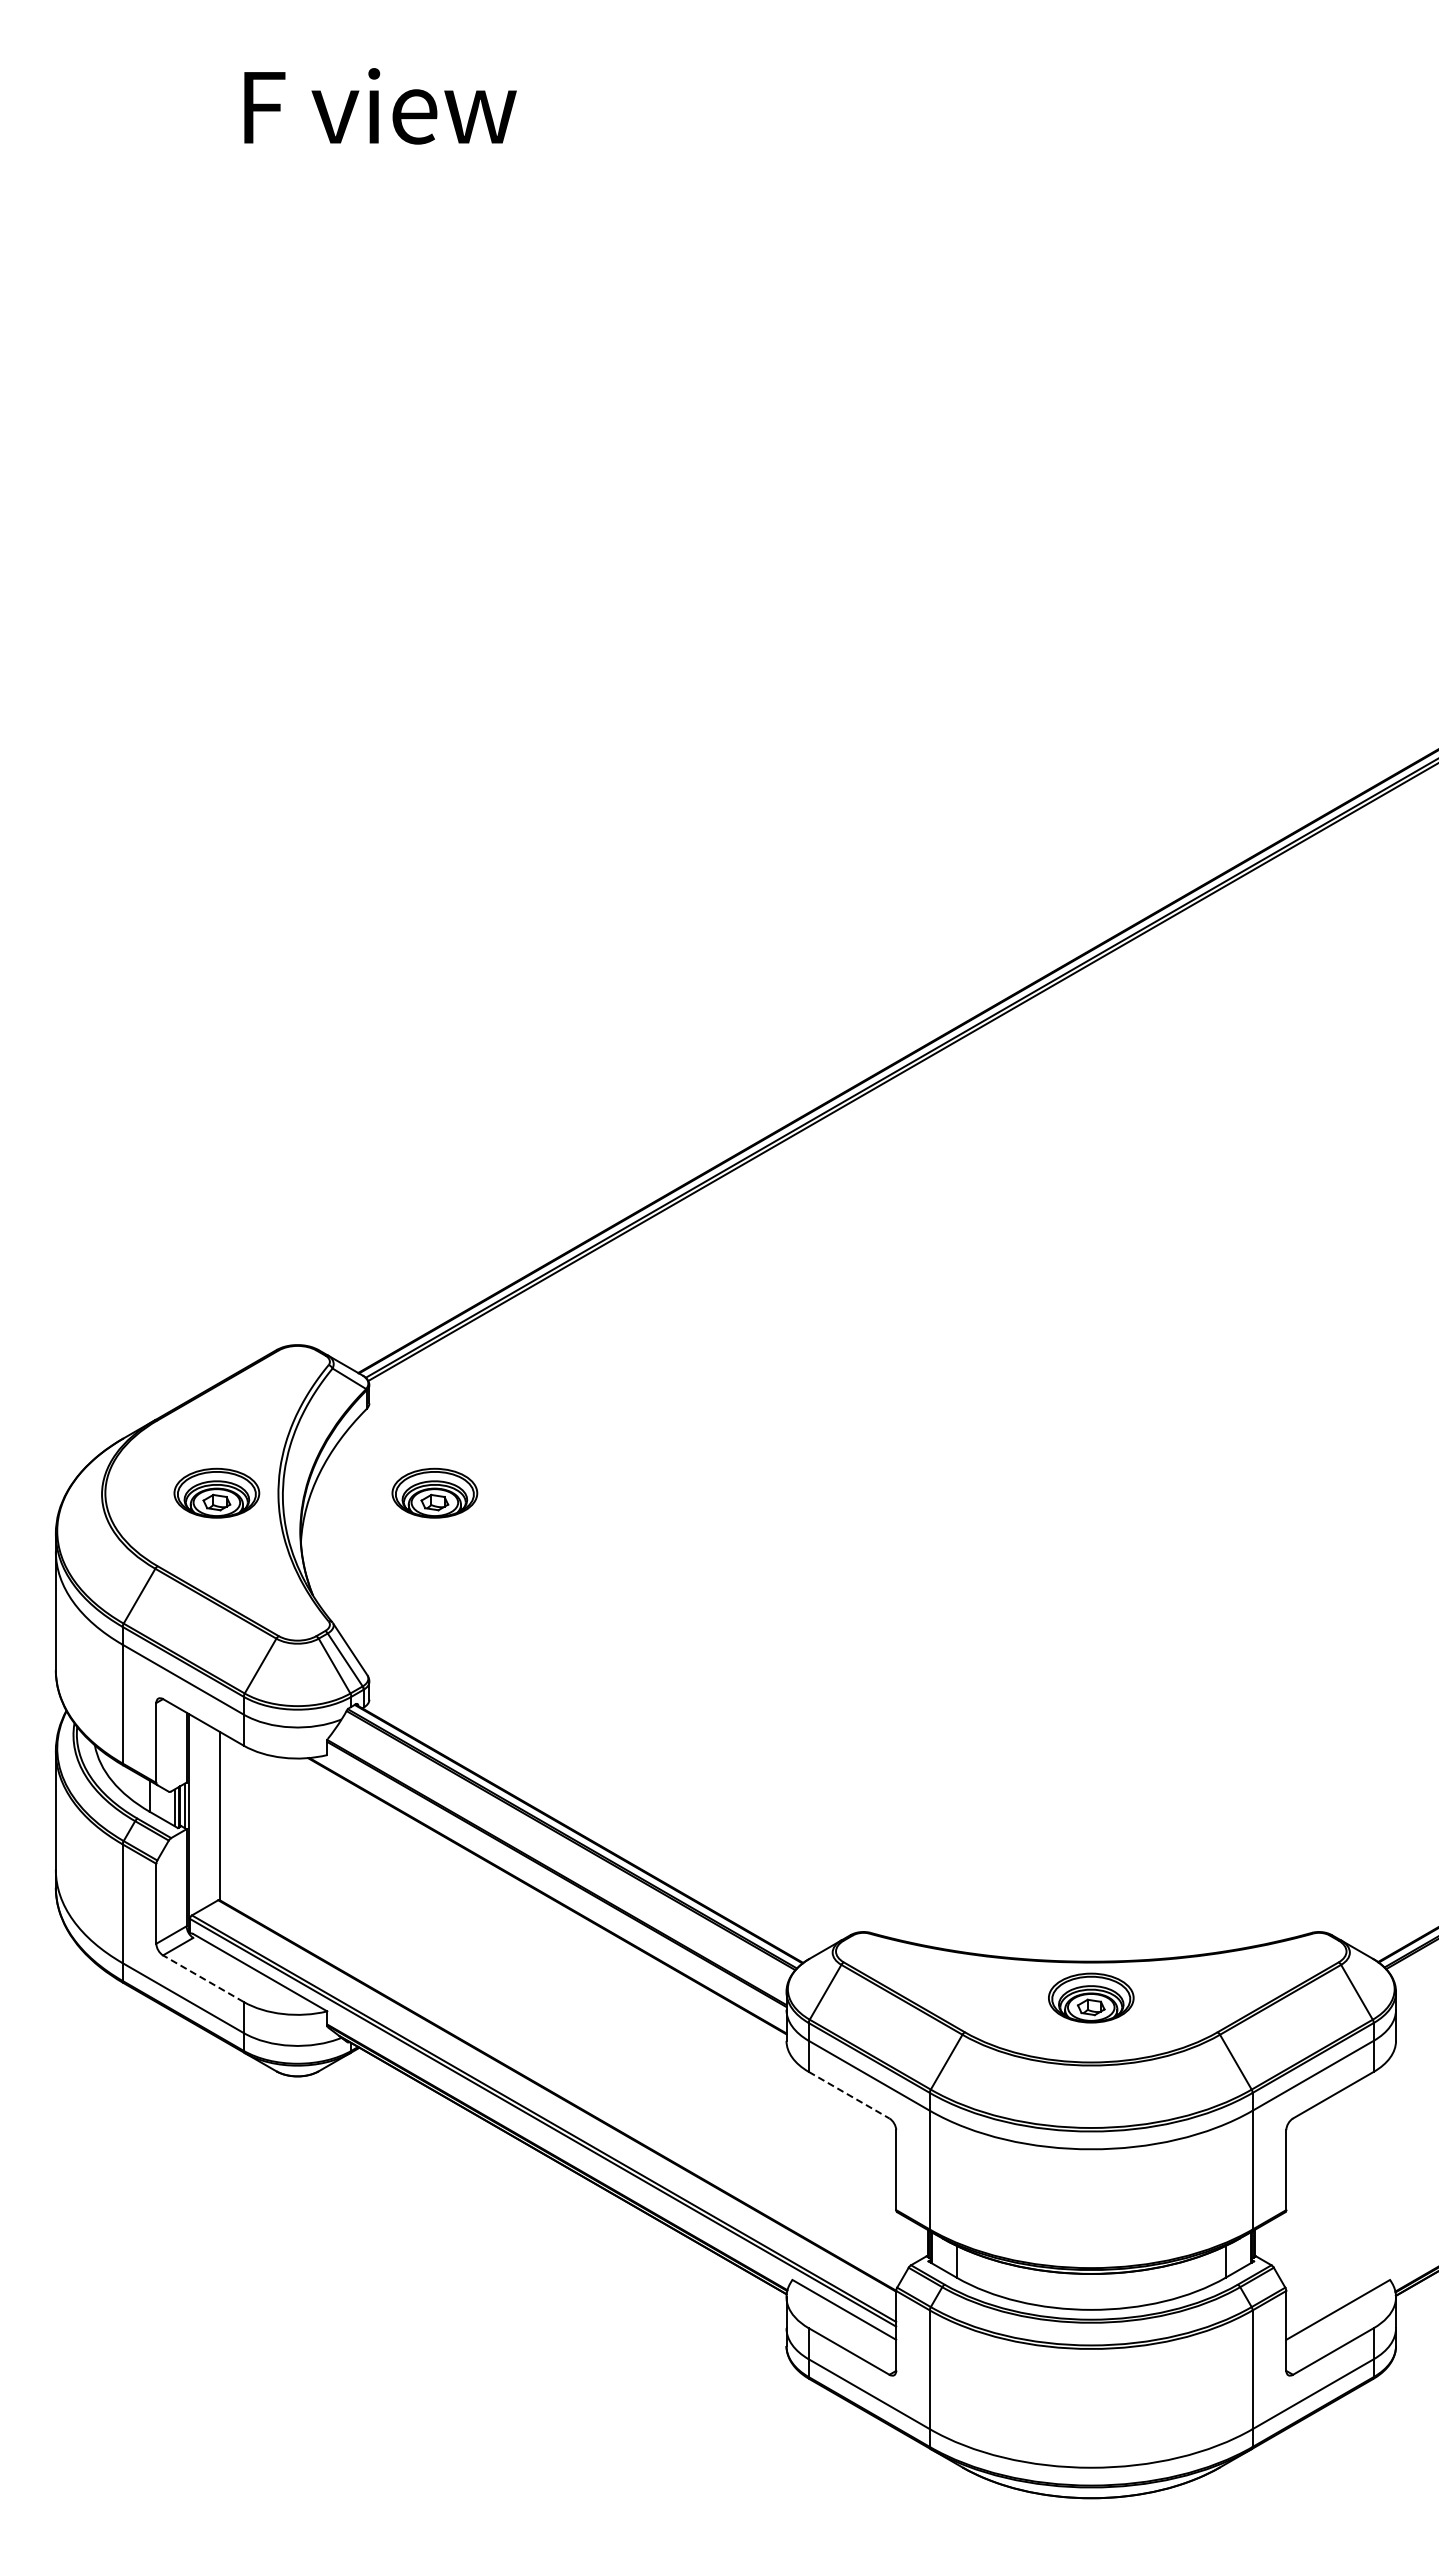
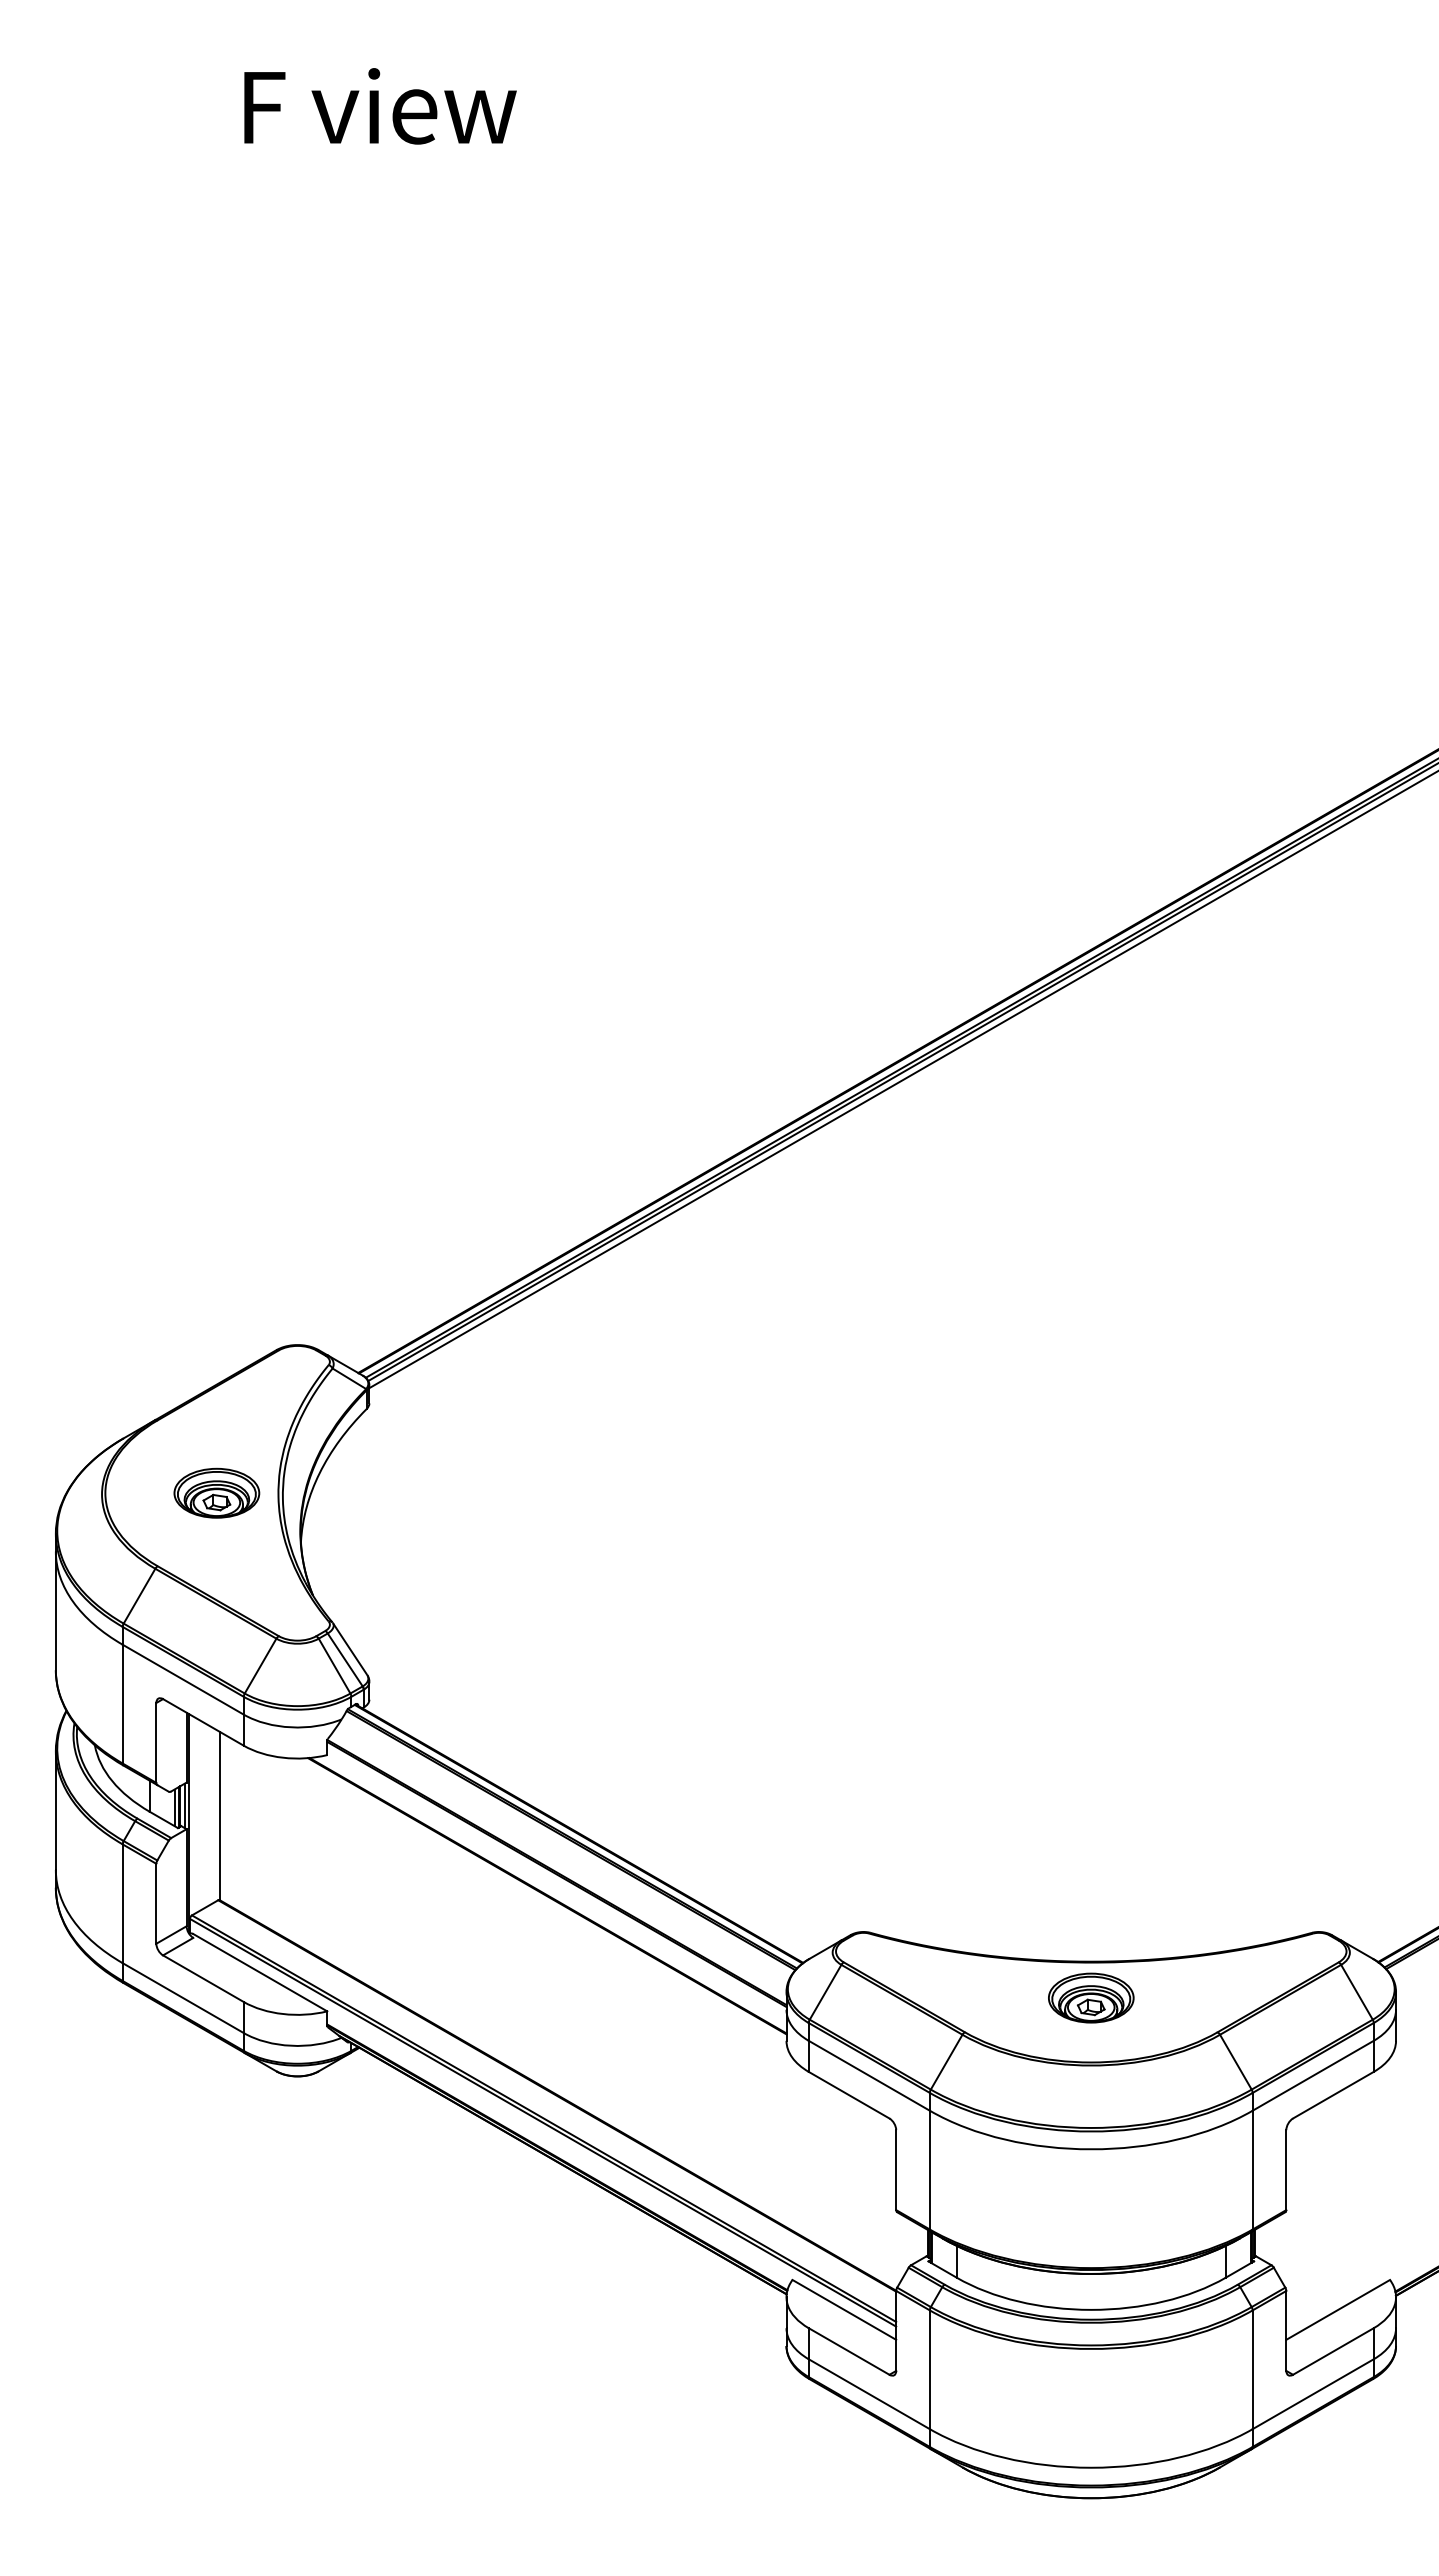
line at (902, 1080): none -> present
part at (434, 1492): present -> none
line at (203, 1978): dashed -> solid
line at (849, 2095): dashed -> solid
